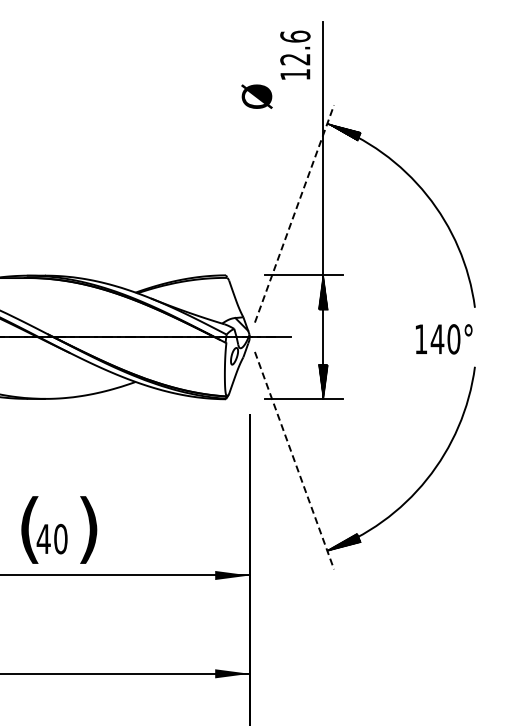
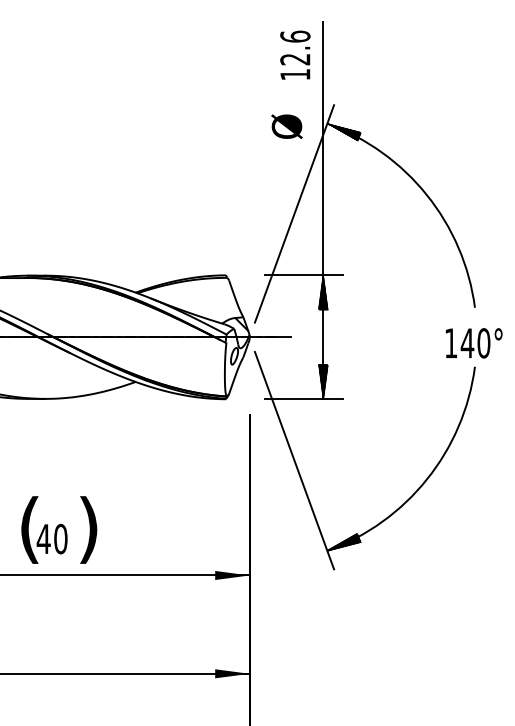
text at (256, 96) position: (256, 96) -> (286, 126)
line at (294, 213): dashed -> solid
text at (444, 339) position: (444, 339) -> (474, 343)
line at (294, 460): dashed -> solid
